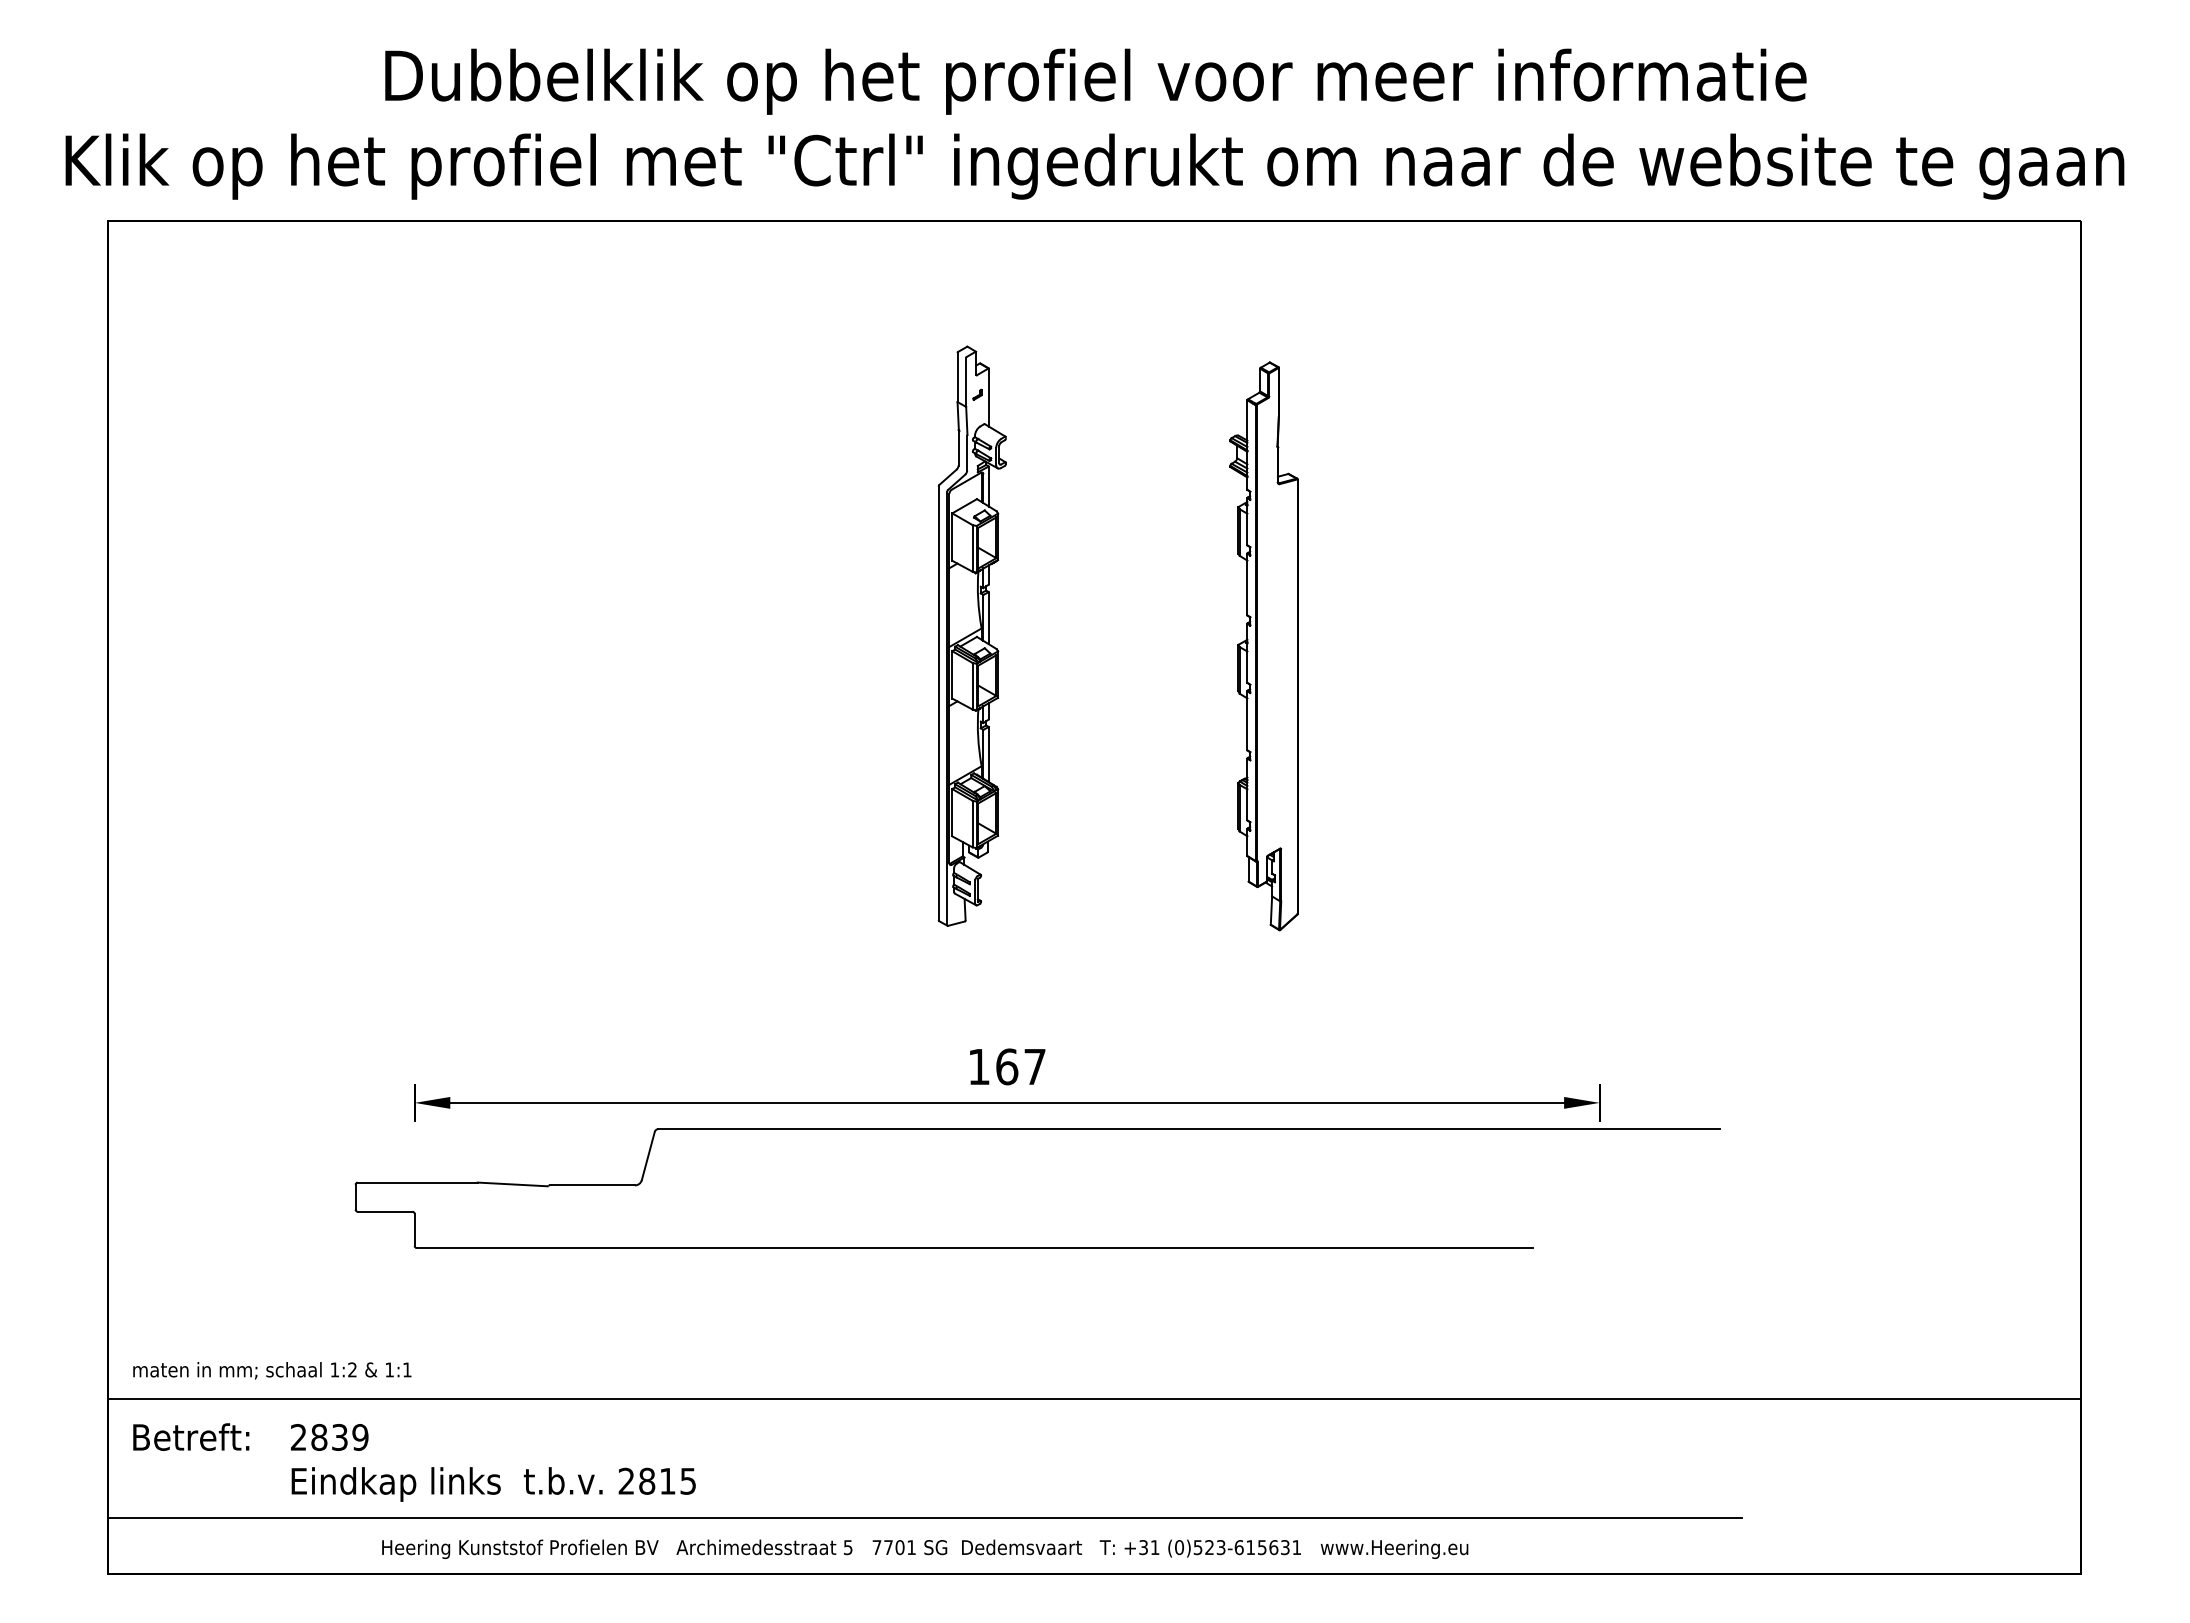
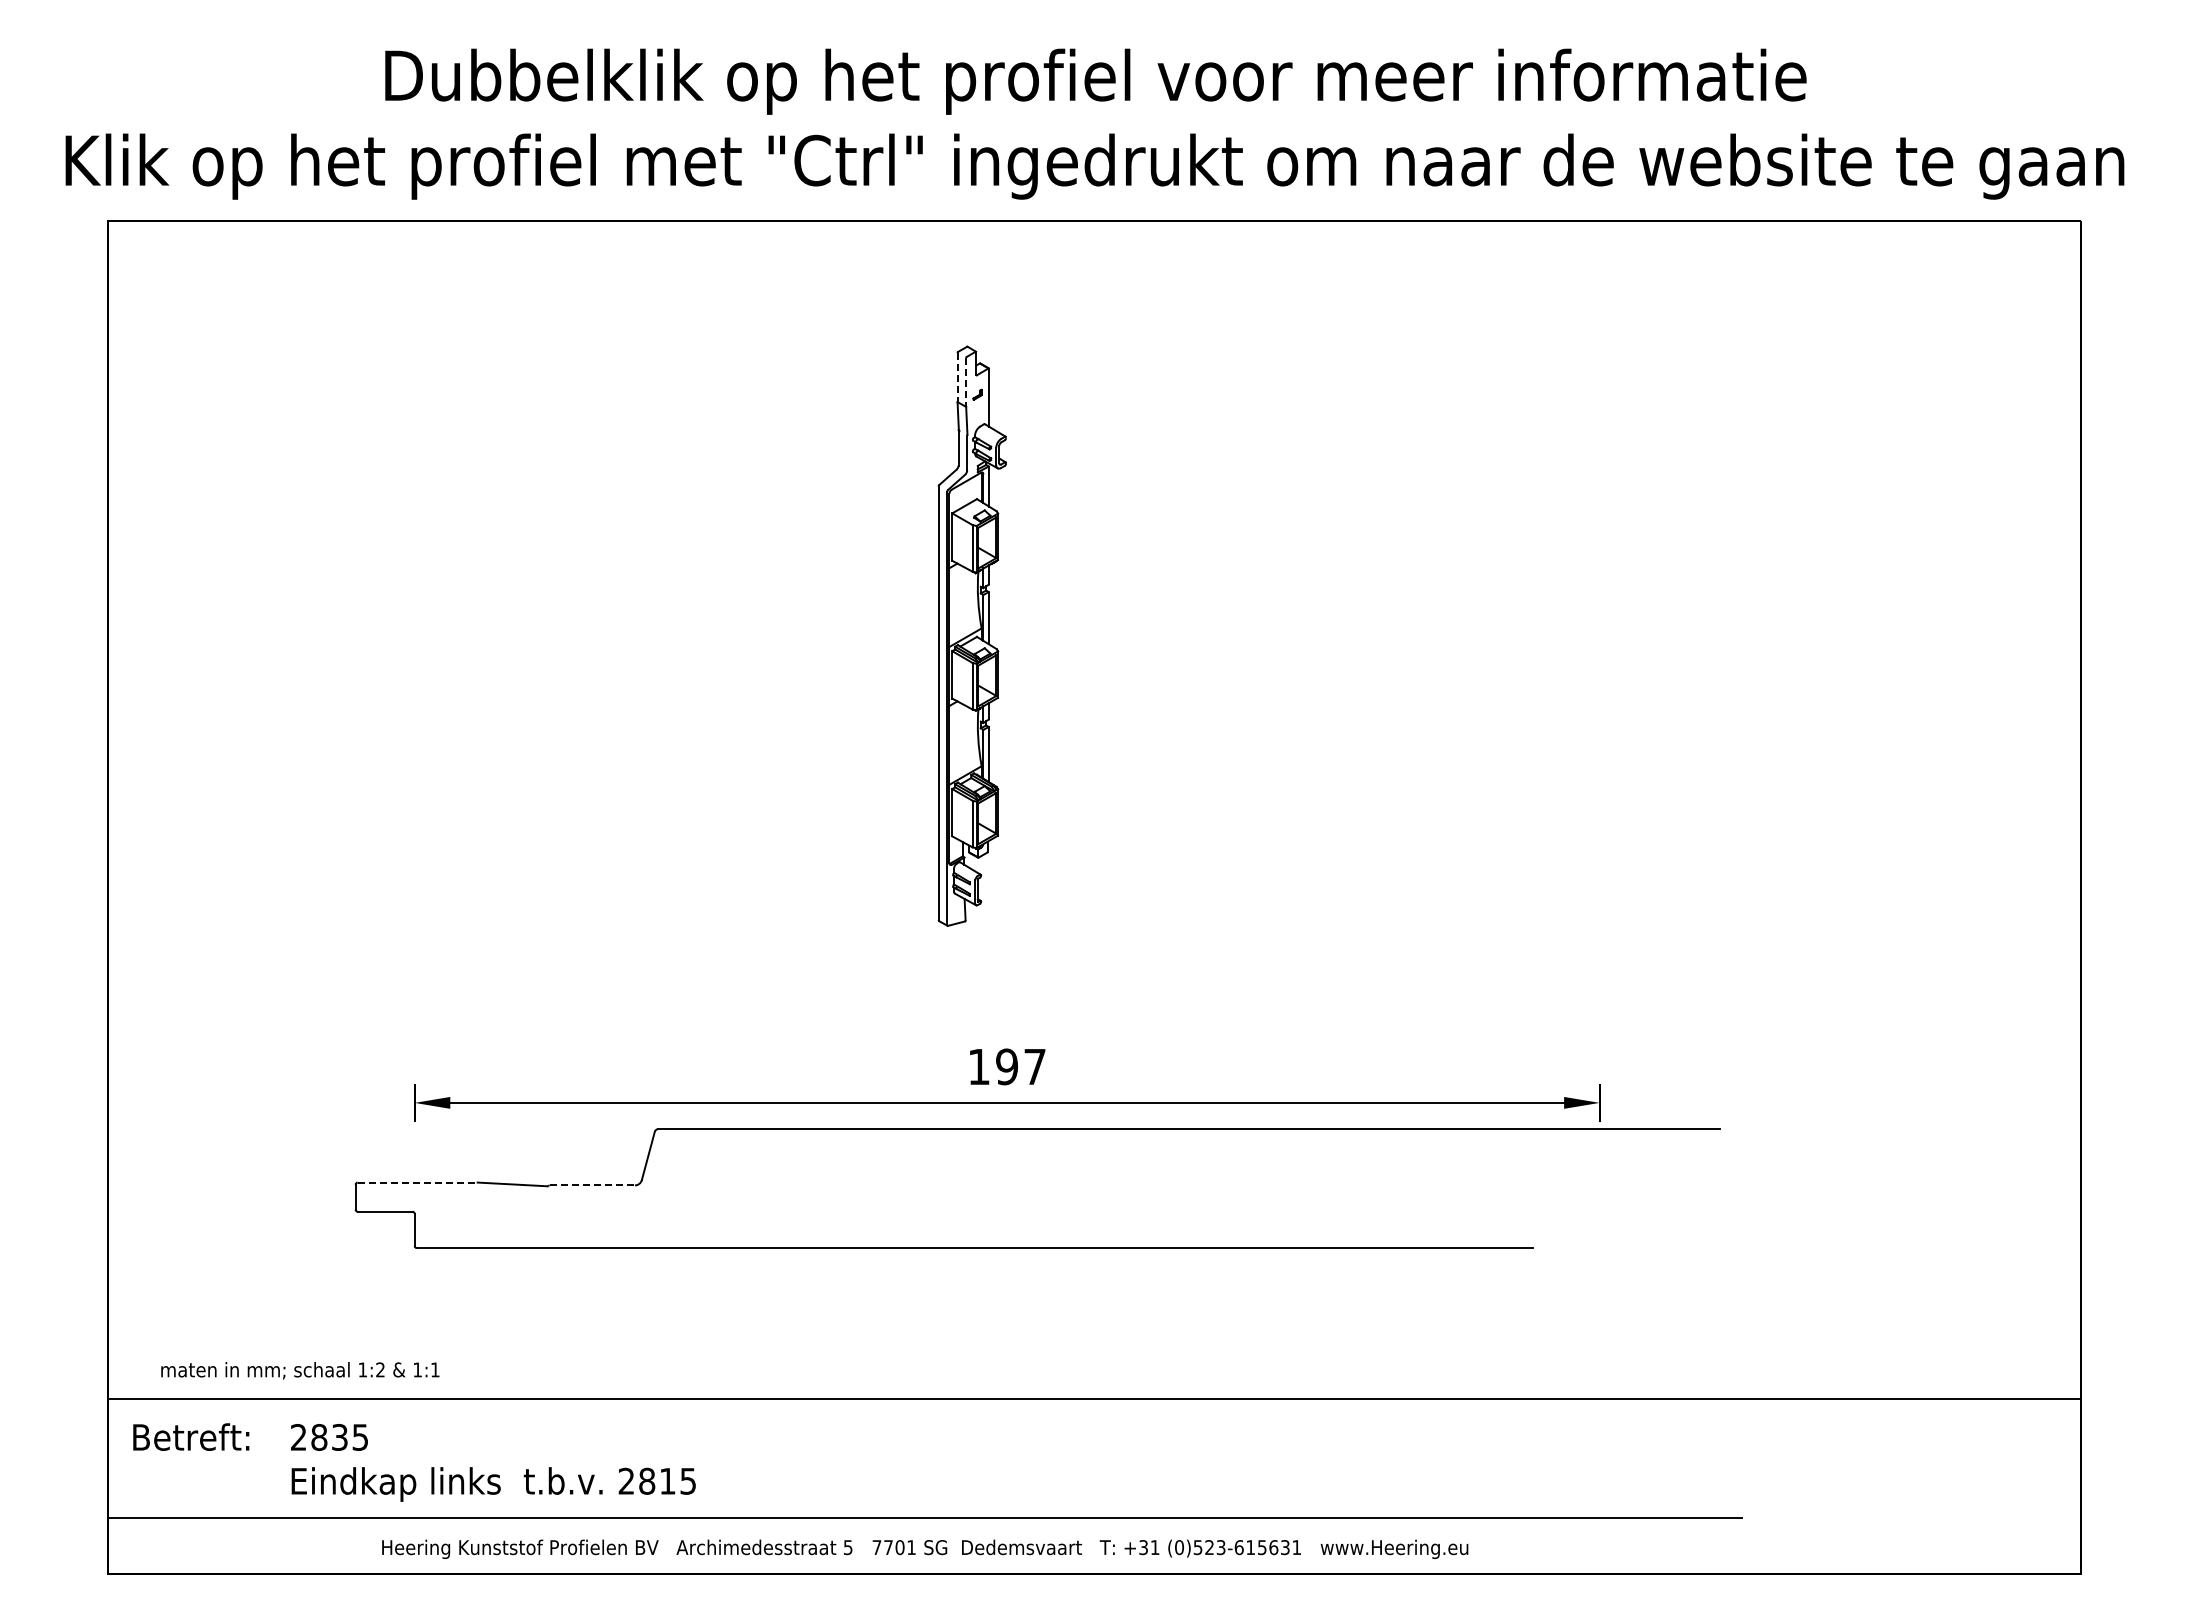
line at (957, 377): solid -> dashed
line at (966, 382): solid -> dashed
part at (1263, 646): present -> none
text at (1007, 1066): 167 -> 197
line at (417, 1182): solid -> dashed
line at (592, 1185): solid -> dashed
text at (272, 1370) position: (272, 1370) -> (300, 1370)
text at (360, 1437): 2839 -> 2835
